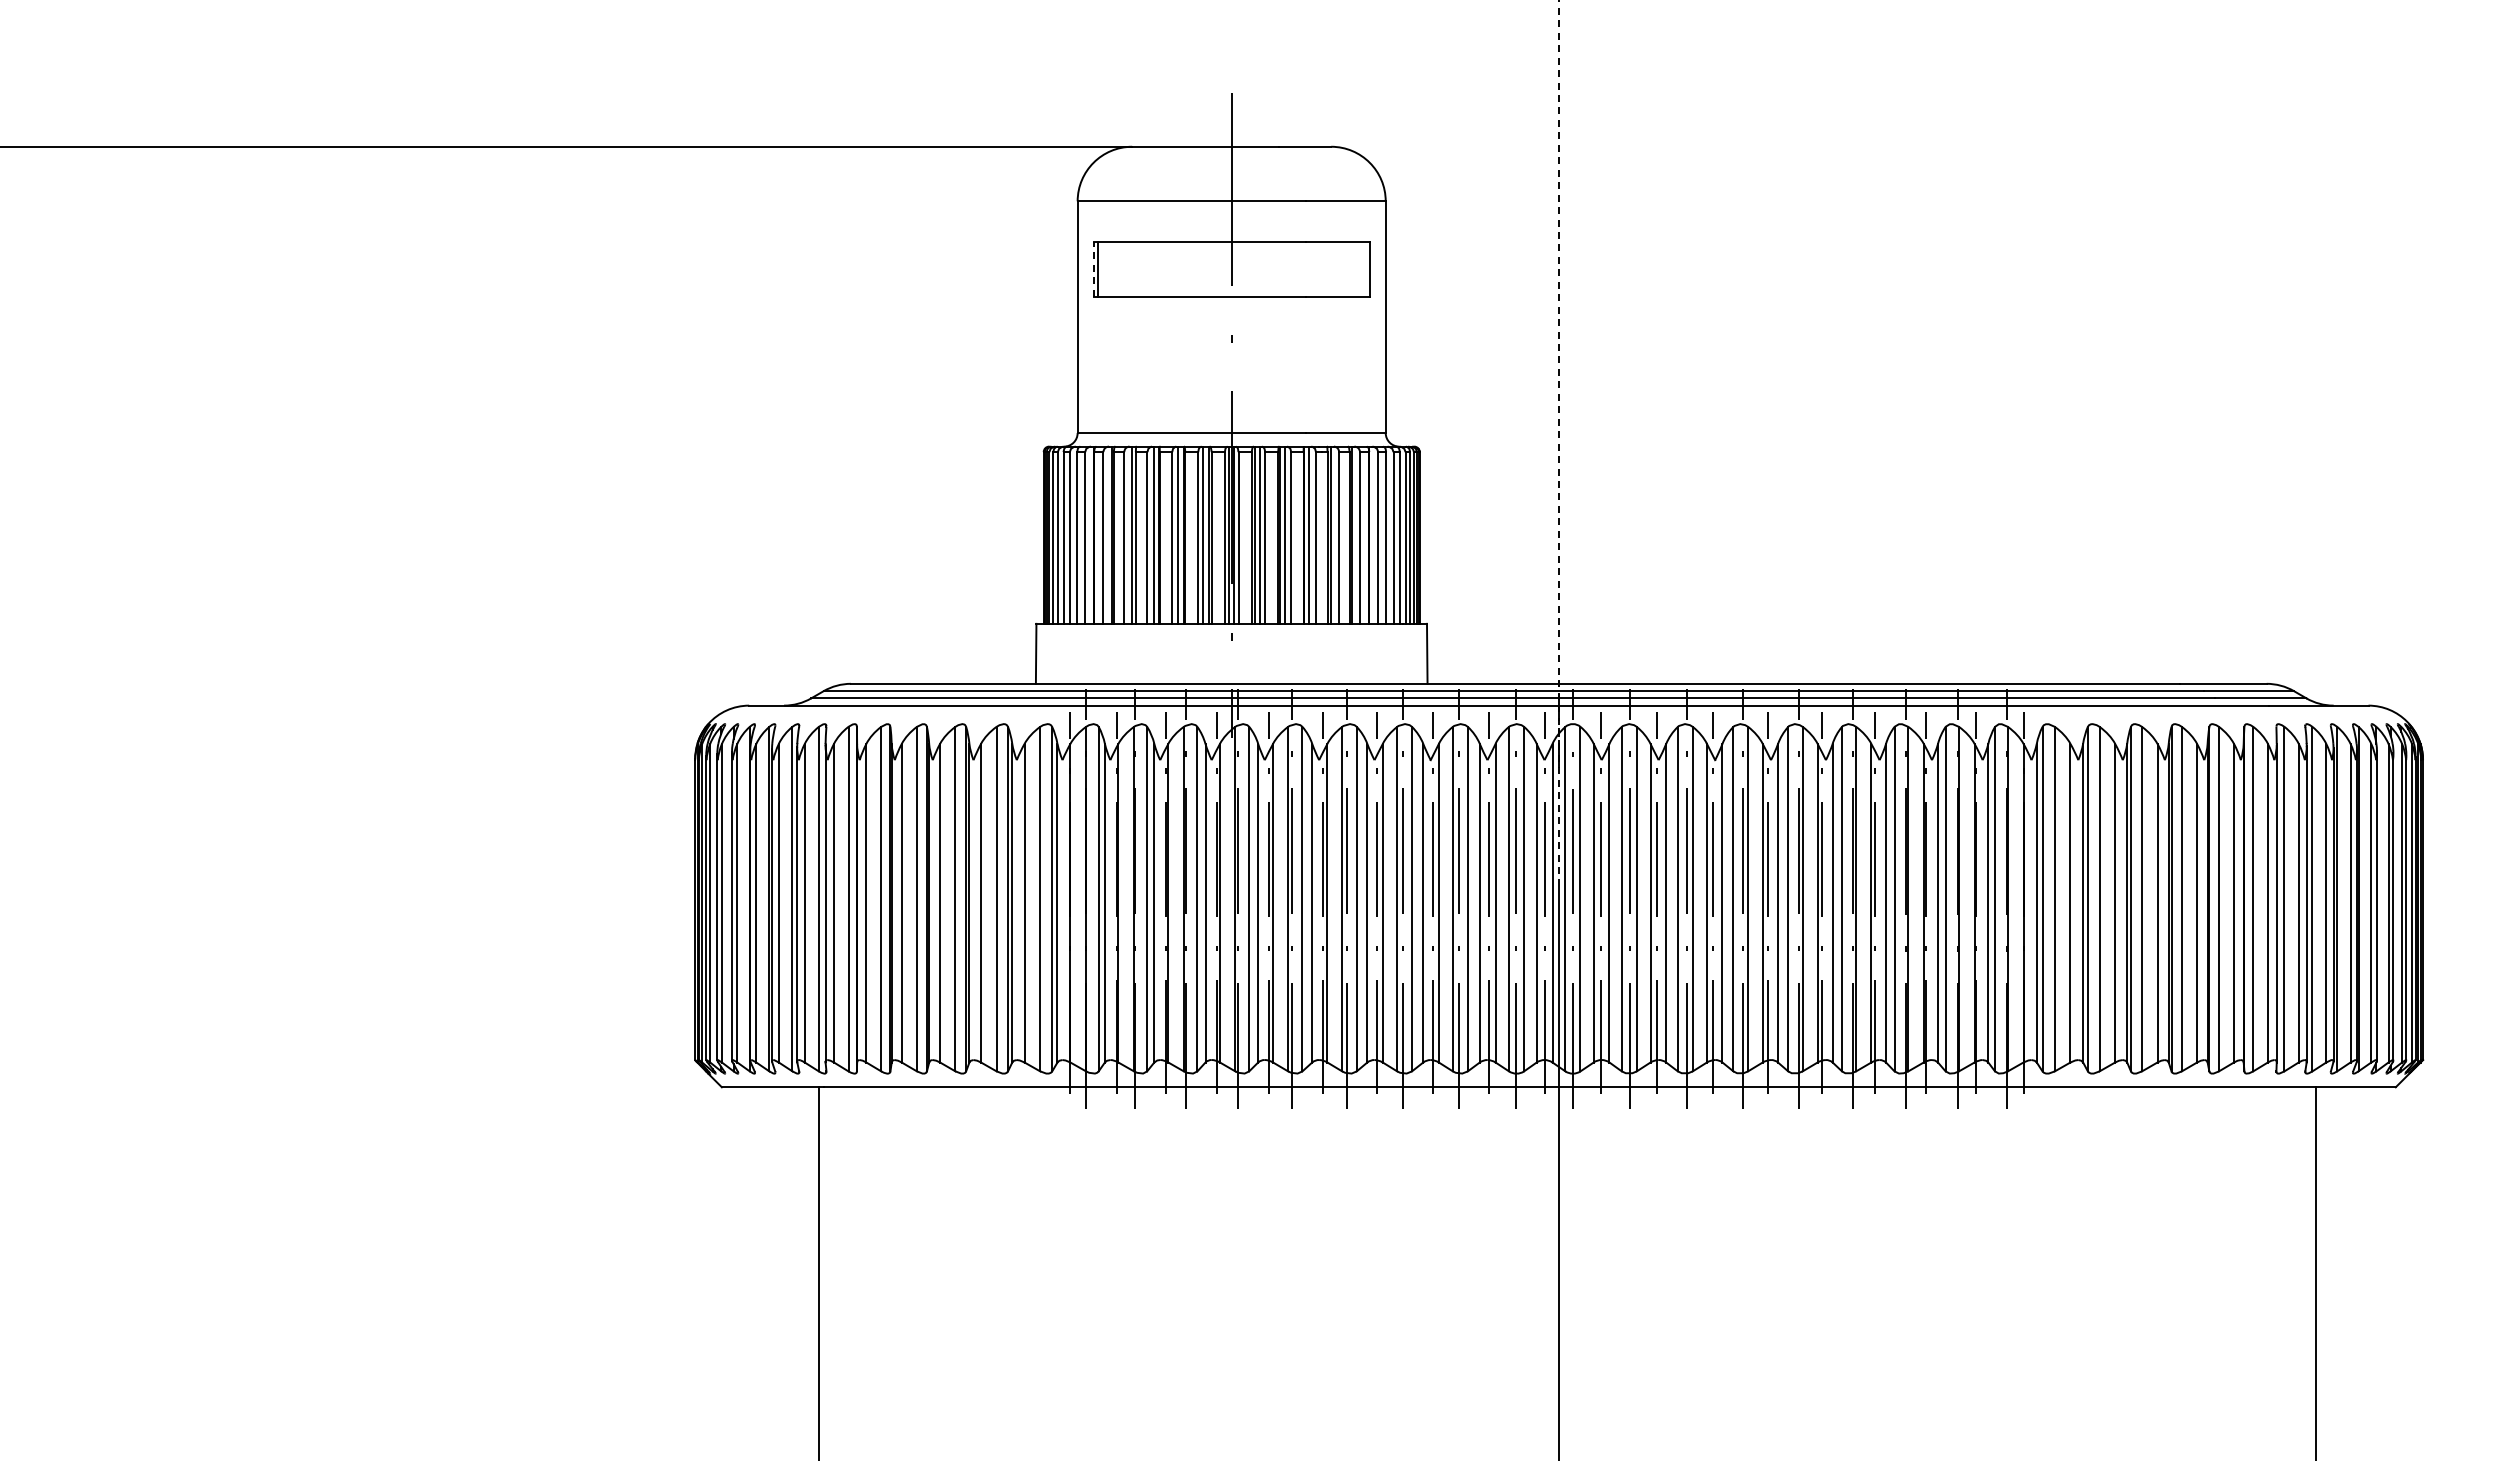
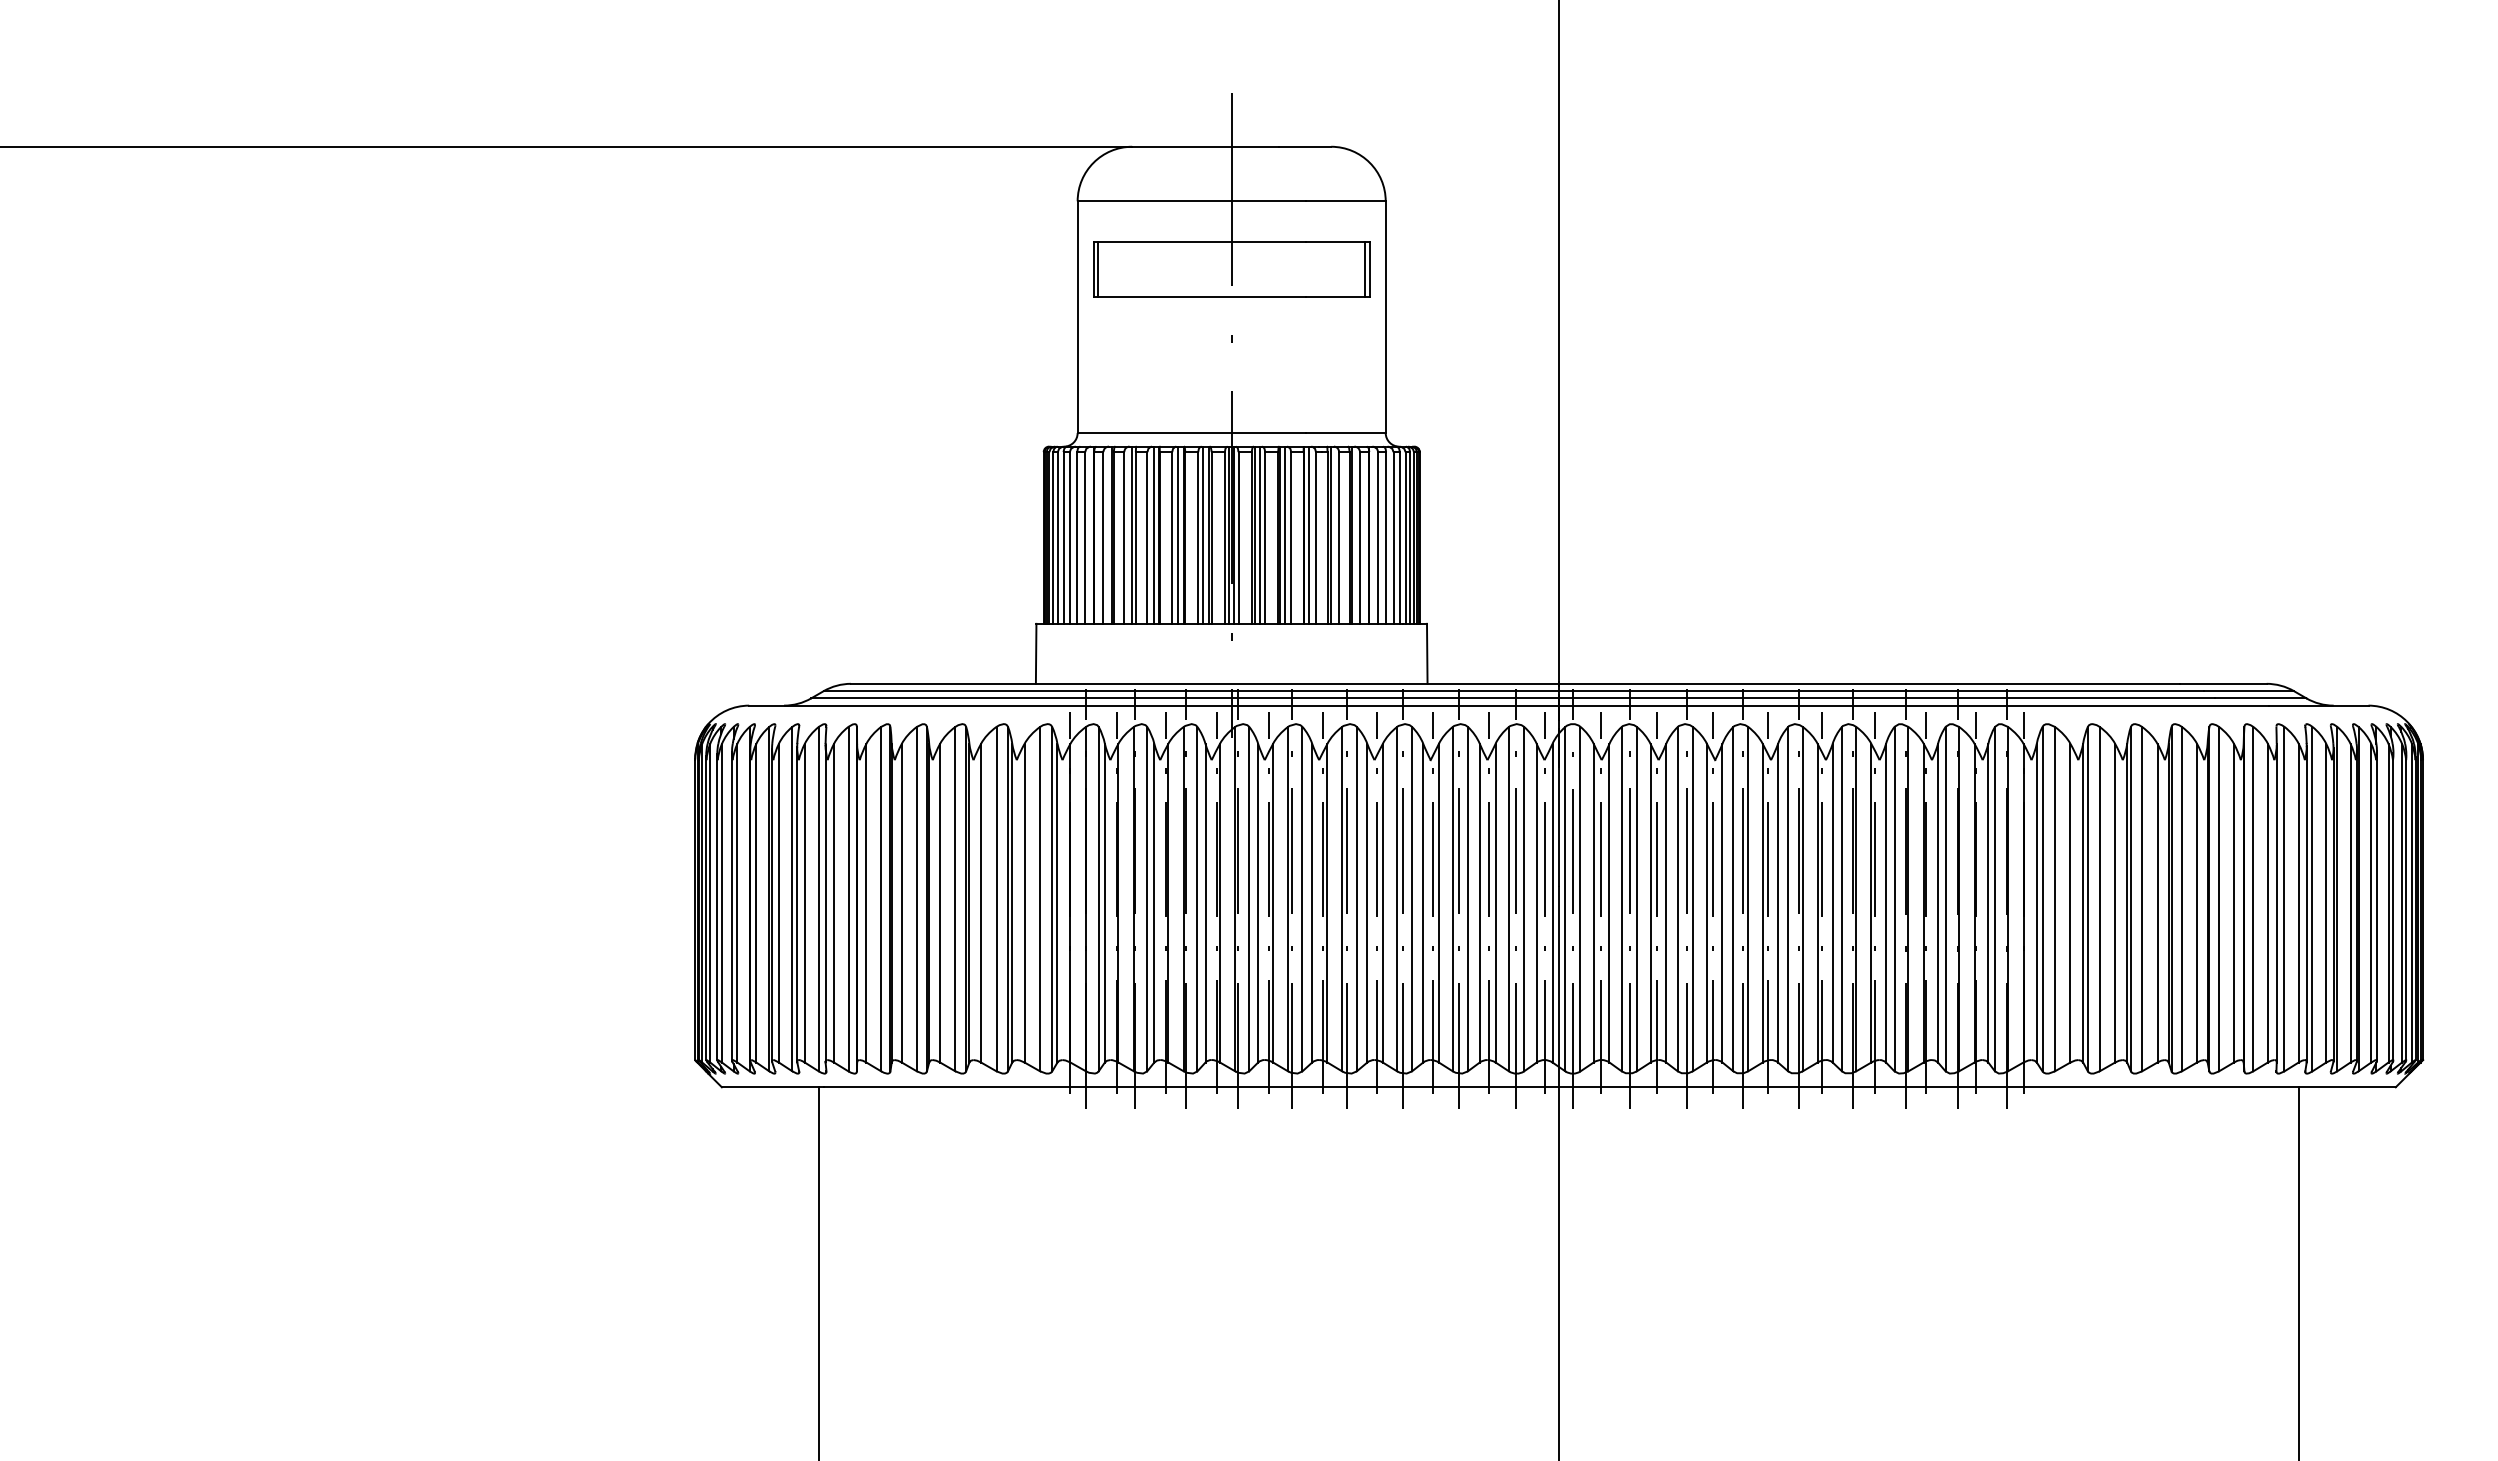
line at (1093, 268): dashed -> solid
line at (1365, 269): none -> present
line at (1558, 443): dashed -> solid
line at (2315, 1272) position: (2315, 1272) -> (2298, 1272)
